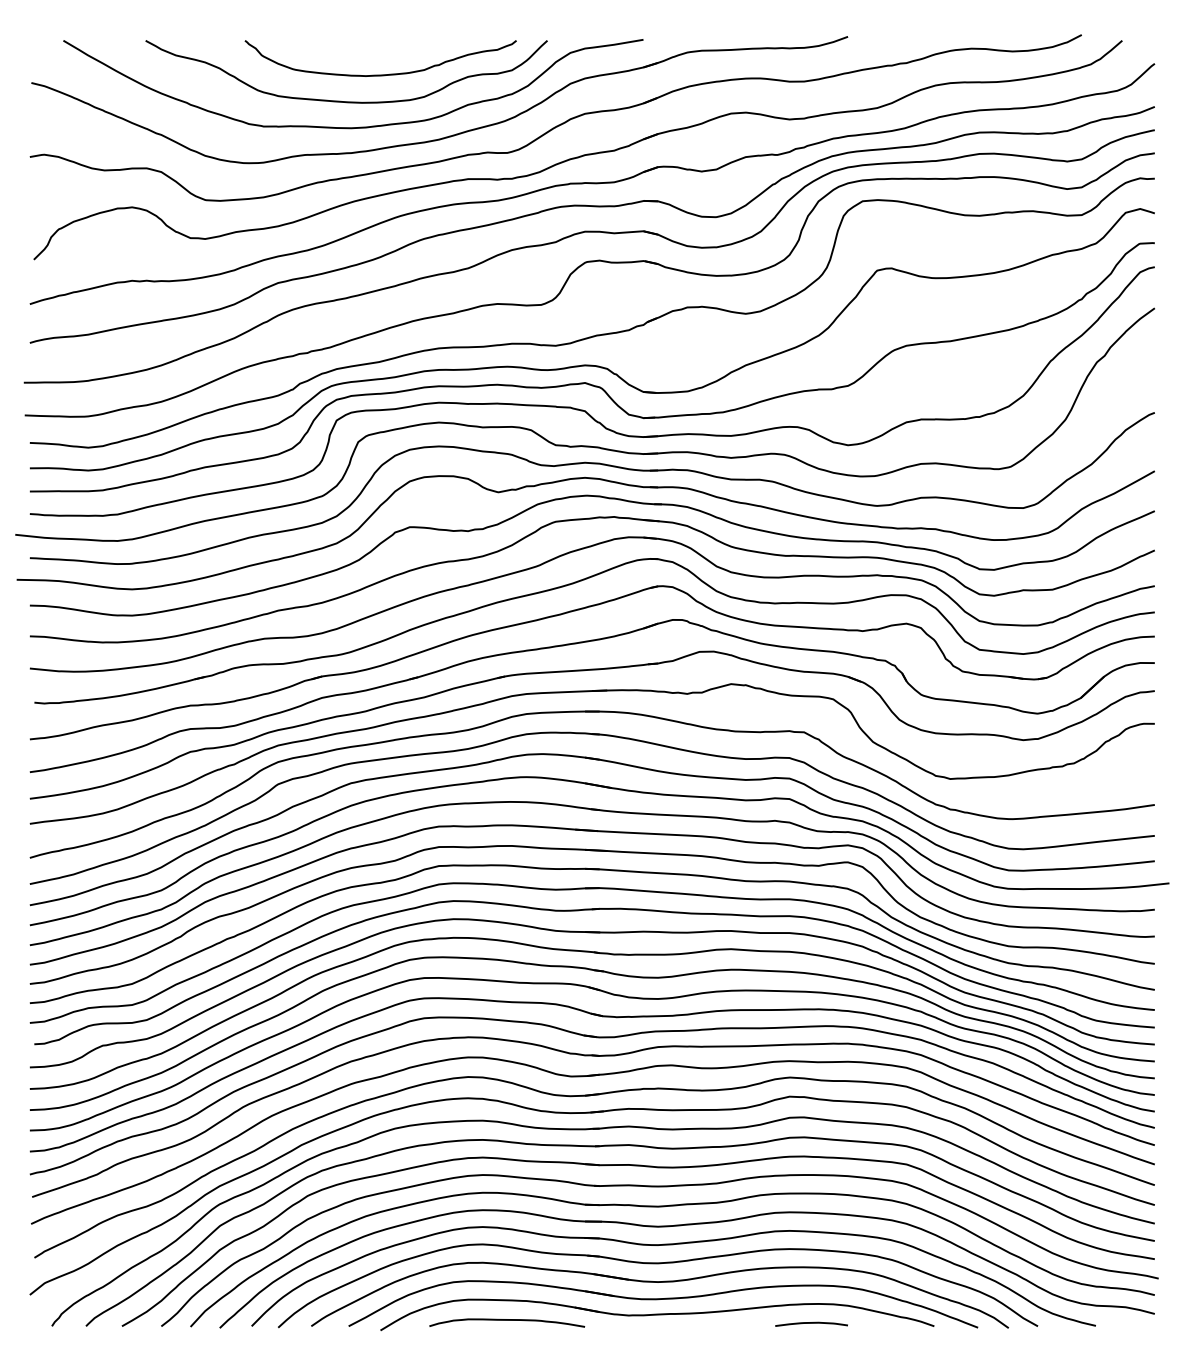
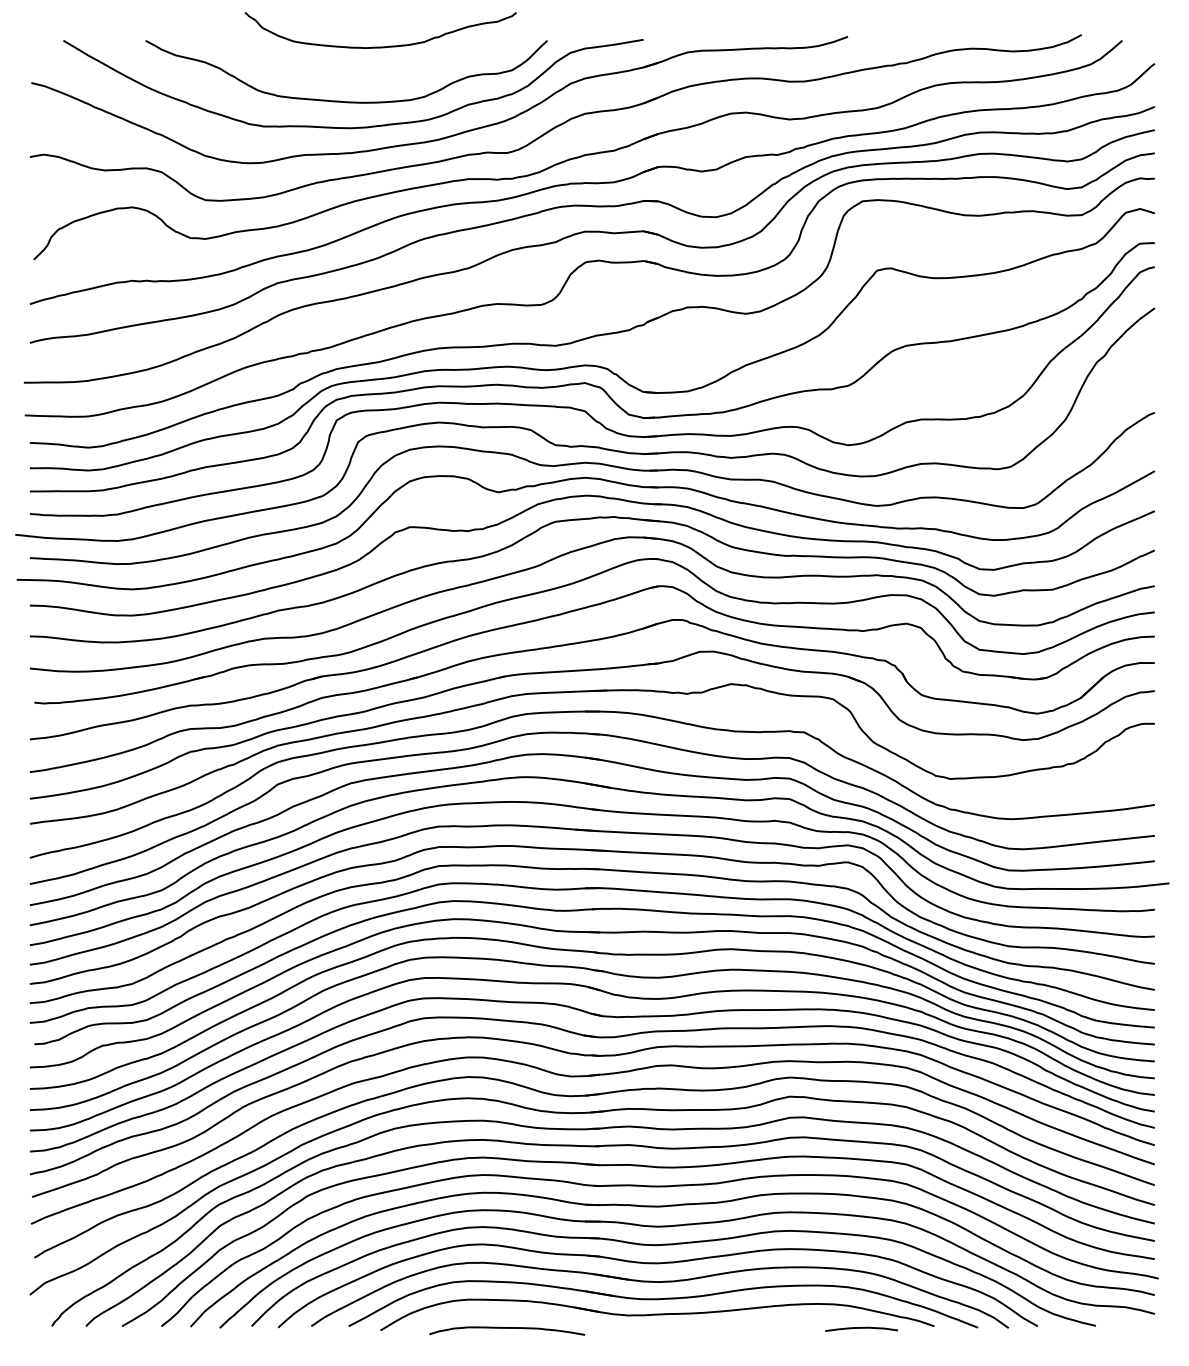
curve at (380, 74) position: (380, 74) -> (380, 46)
curve at (507, 1320) position: (507, 1320) -> (507, 1328)
curve at (811, 1323) position: (811, 1323) -> (861, 1328)
